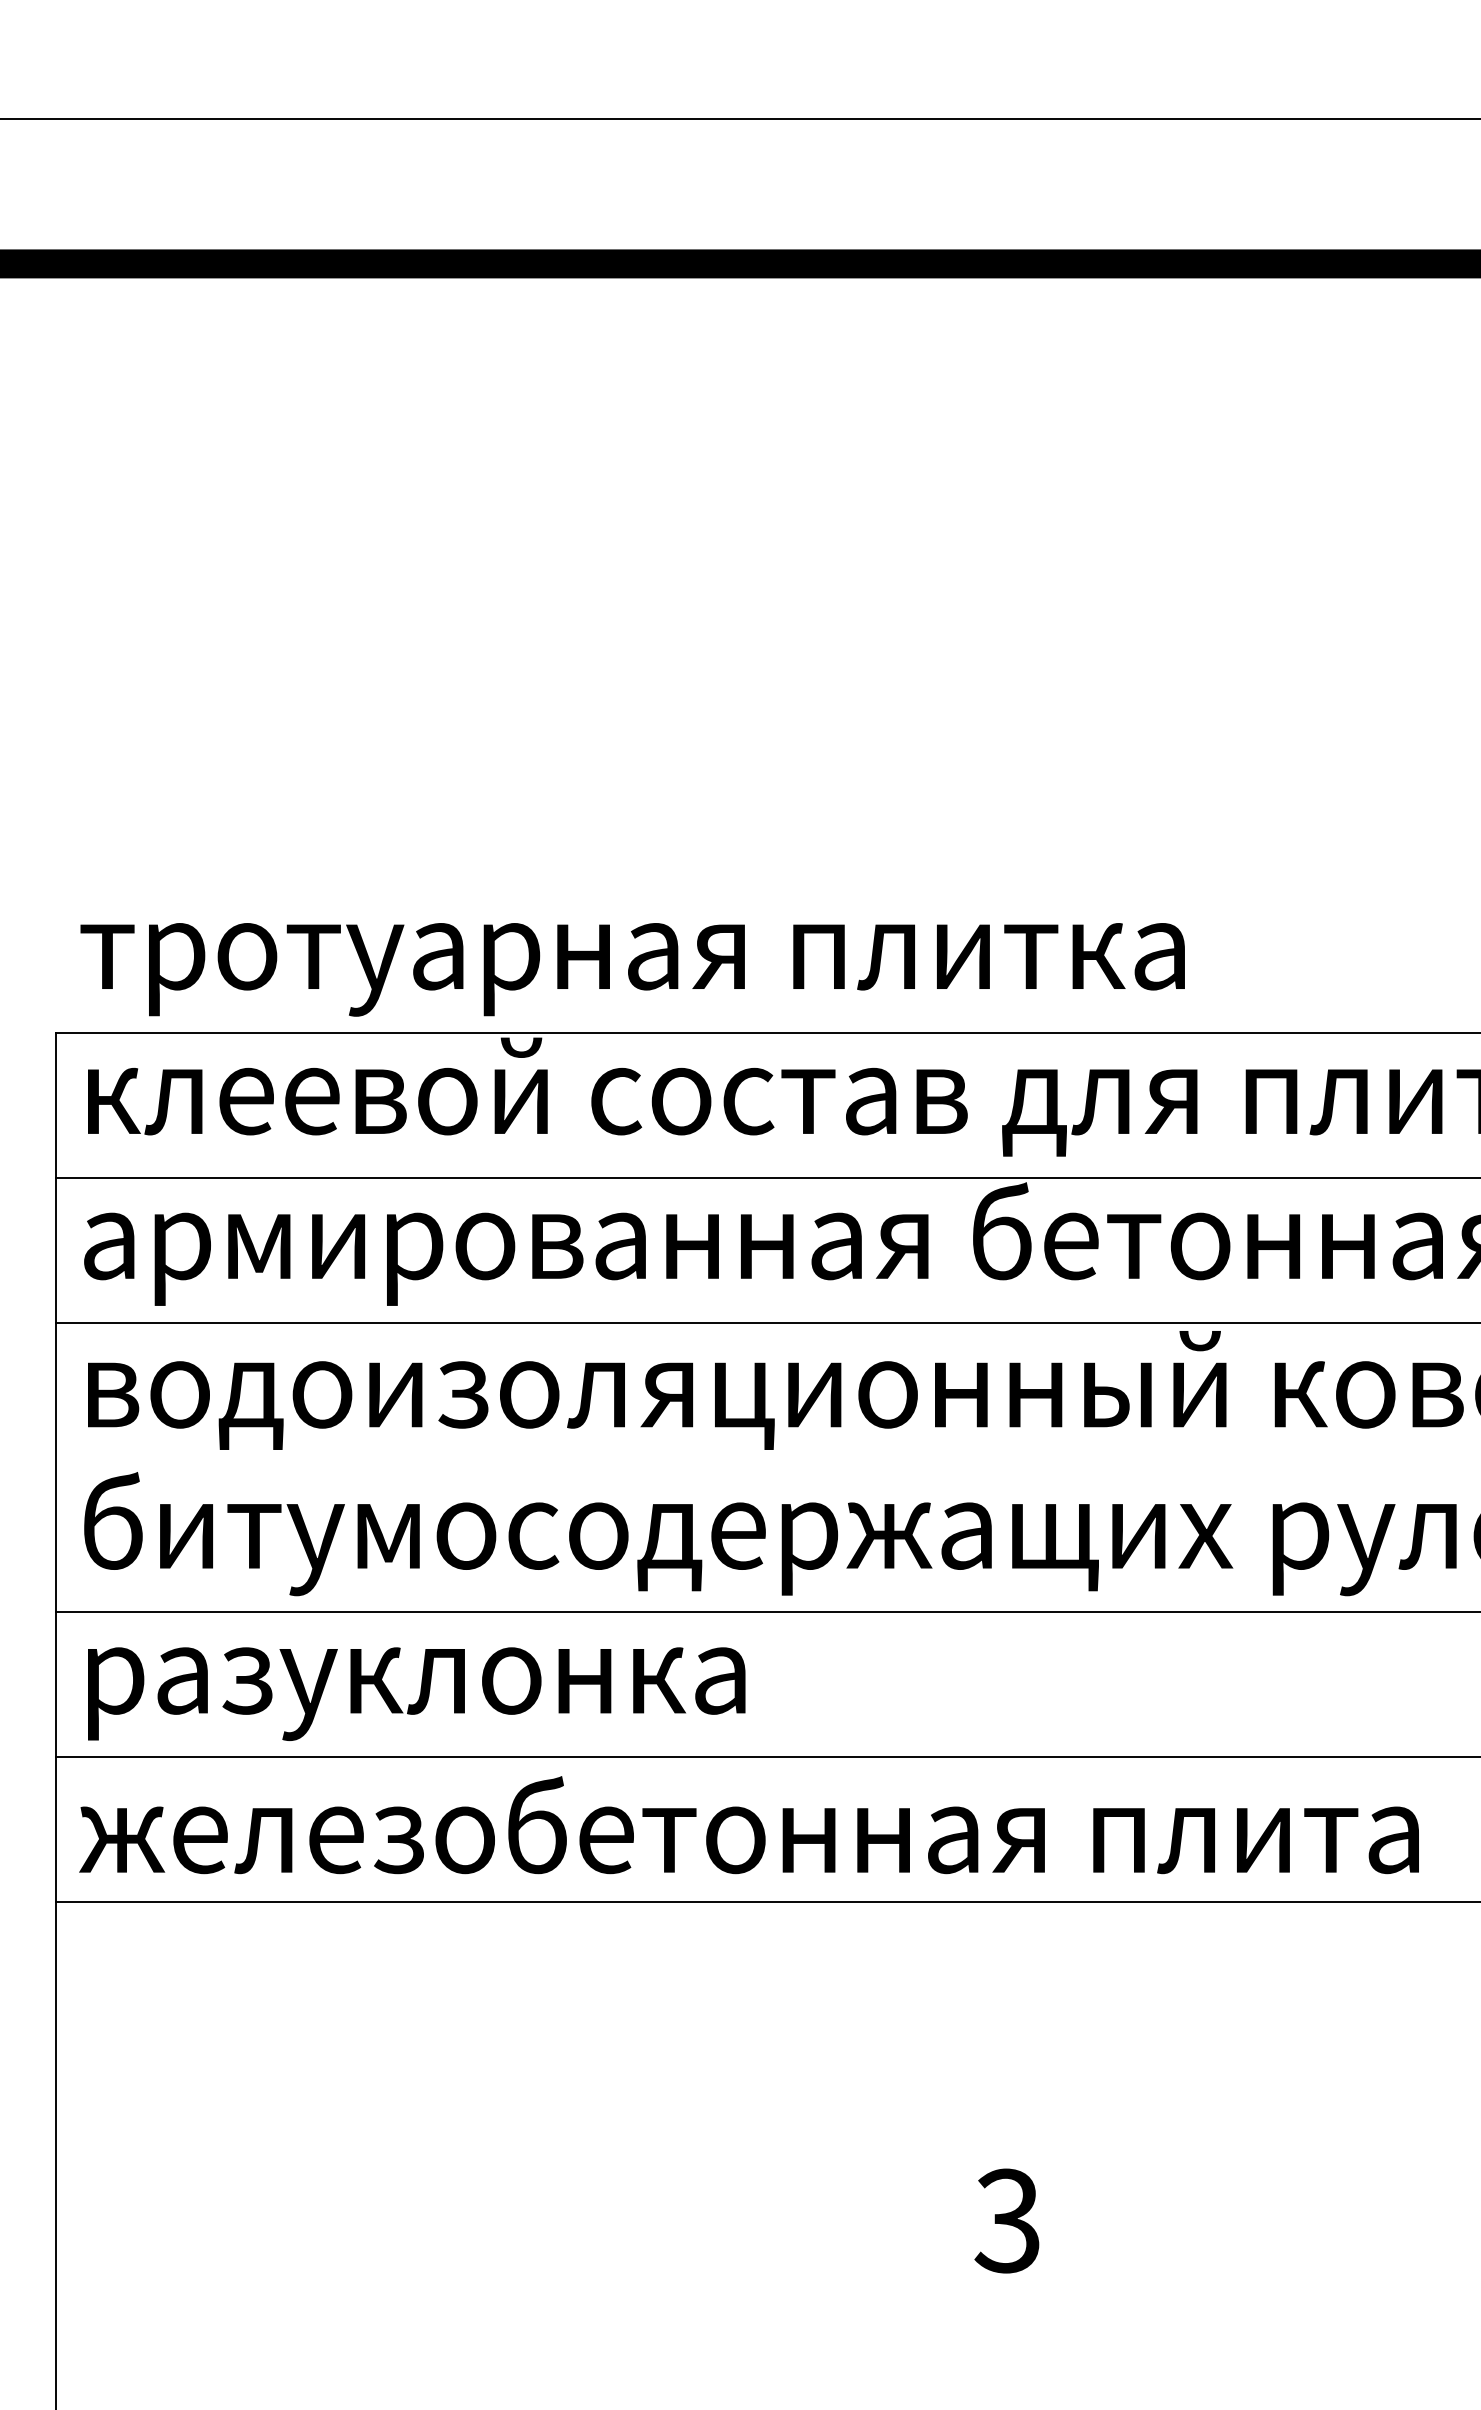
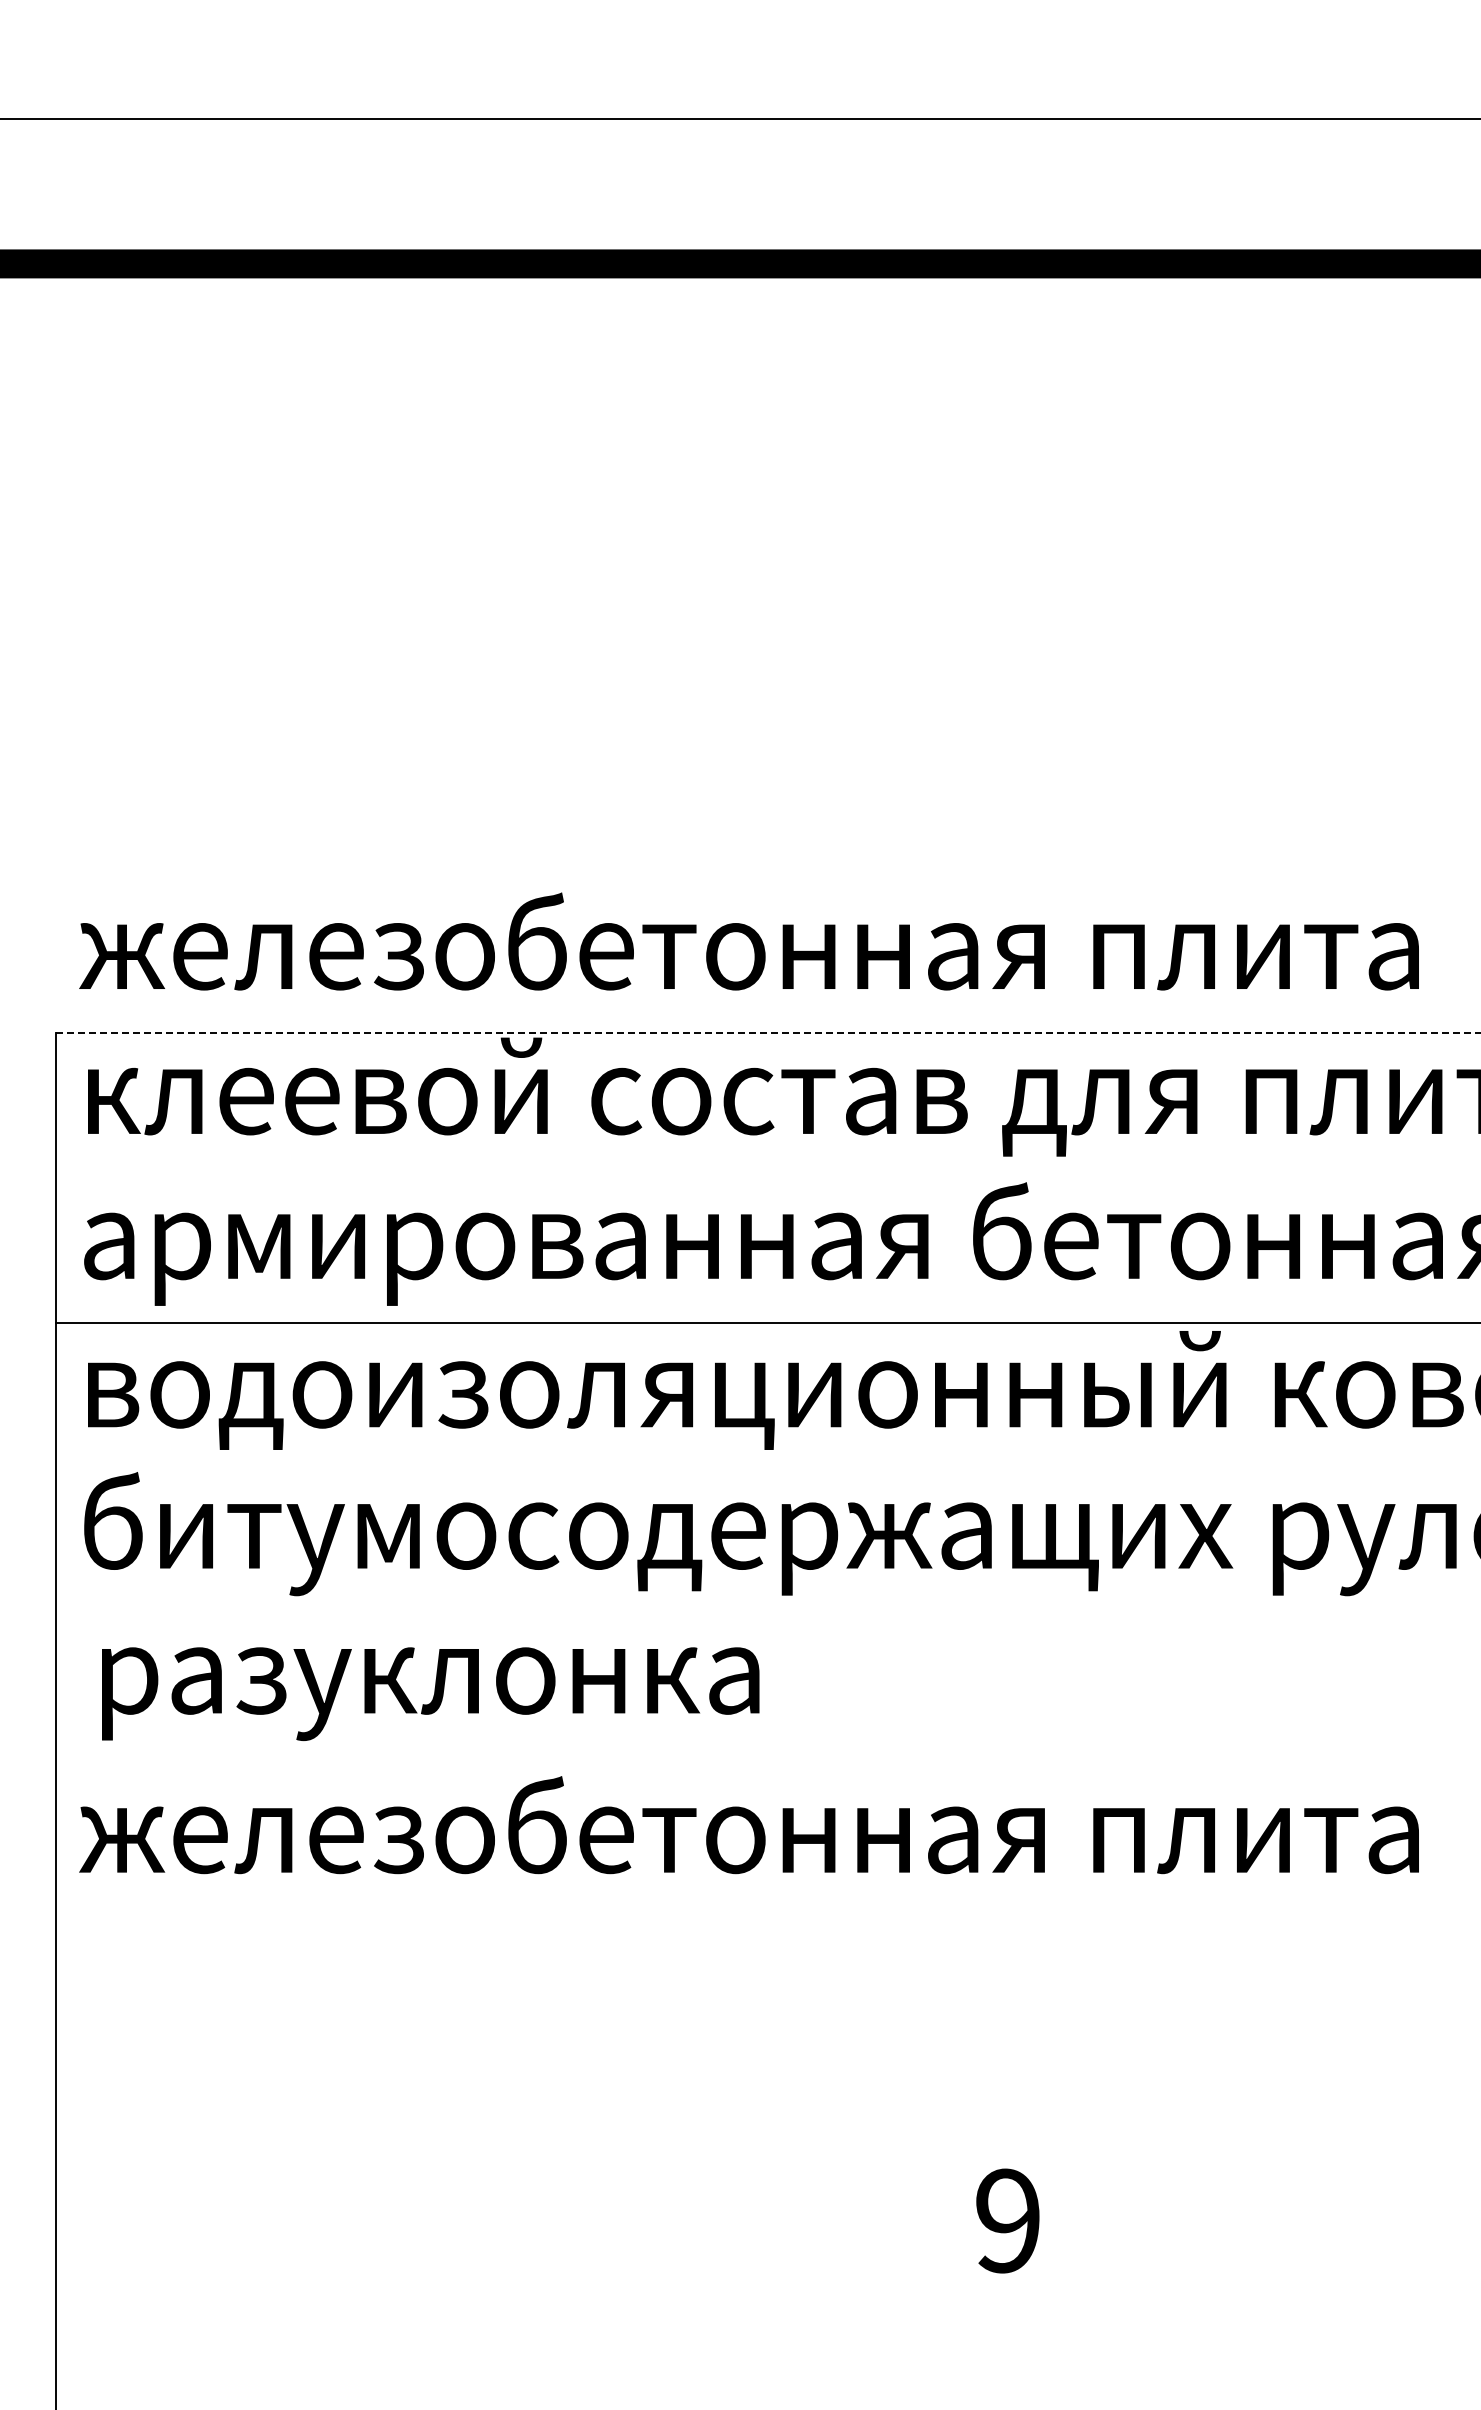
text at (748, 954): тротуарная плитка -> железобетонная плита
line at (768, 1032): solid -> dashed
line at (766, 1177): present -> none
line at (766, 1612): present -> none
text at (416, 1693) position: (416, 1693) -> (430, 1693)
line at (766, 1757): present -> none
line at (766, 1902): present -> none
text at (1006, 2220): 3 -> 9
